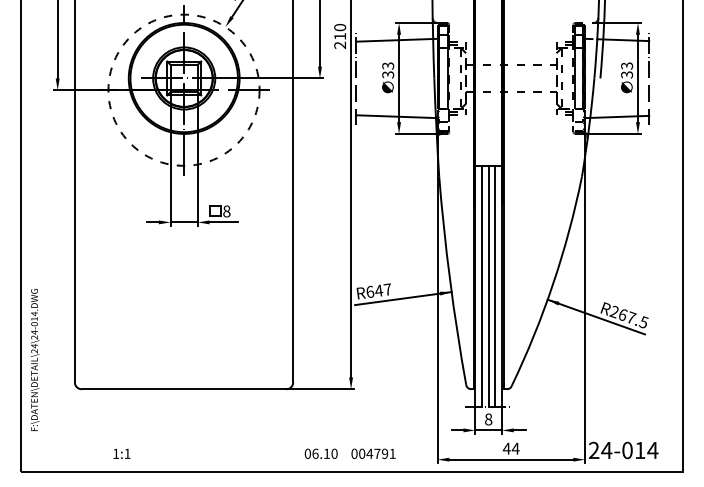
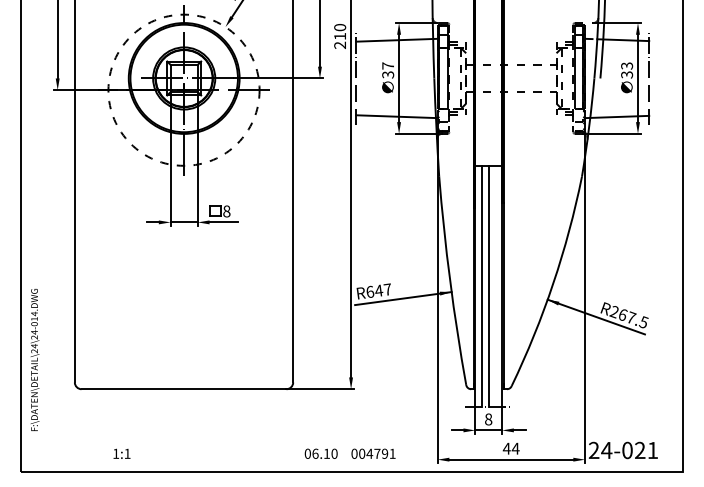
text at (388, 65): 33 -> 37
line at (495, 285): present -> none
text at (646, 449): 24-014 -> 24-021
